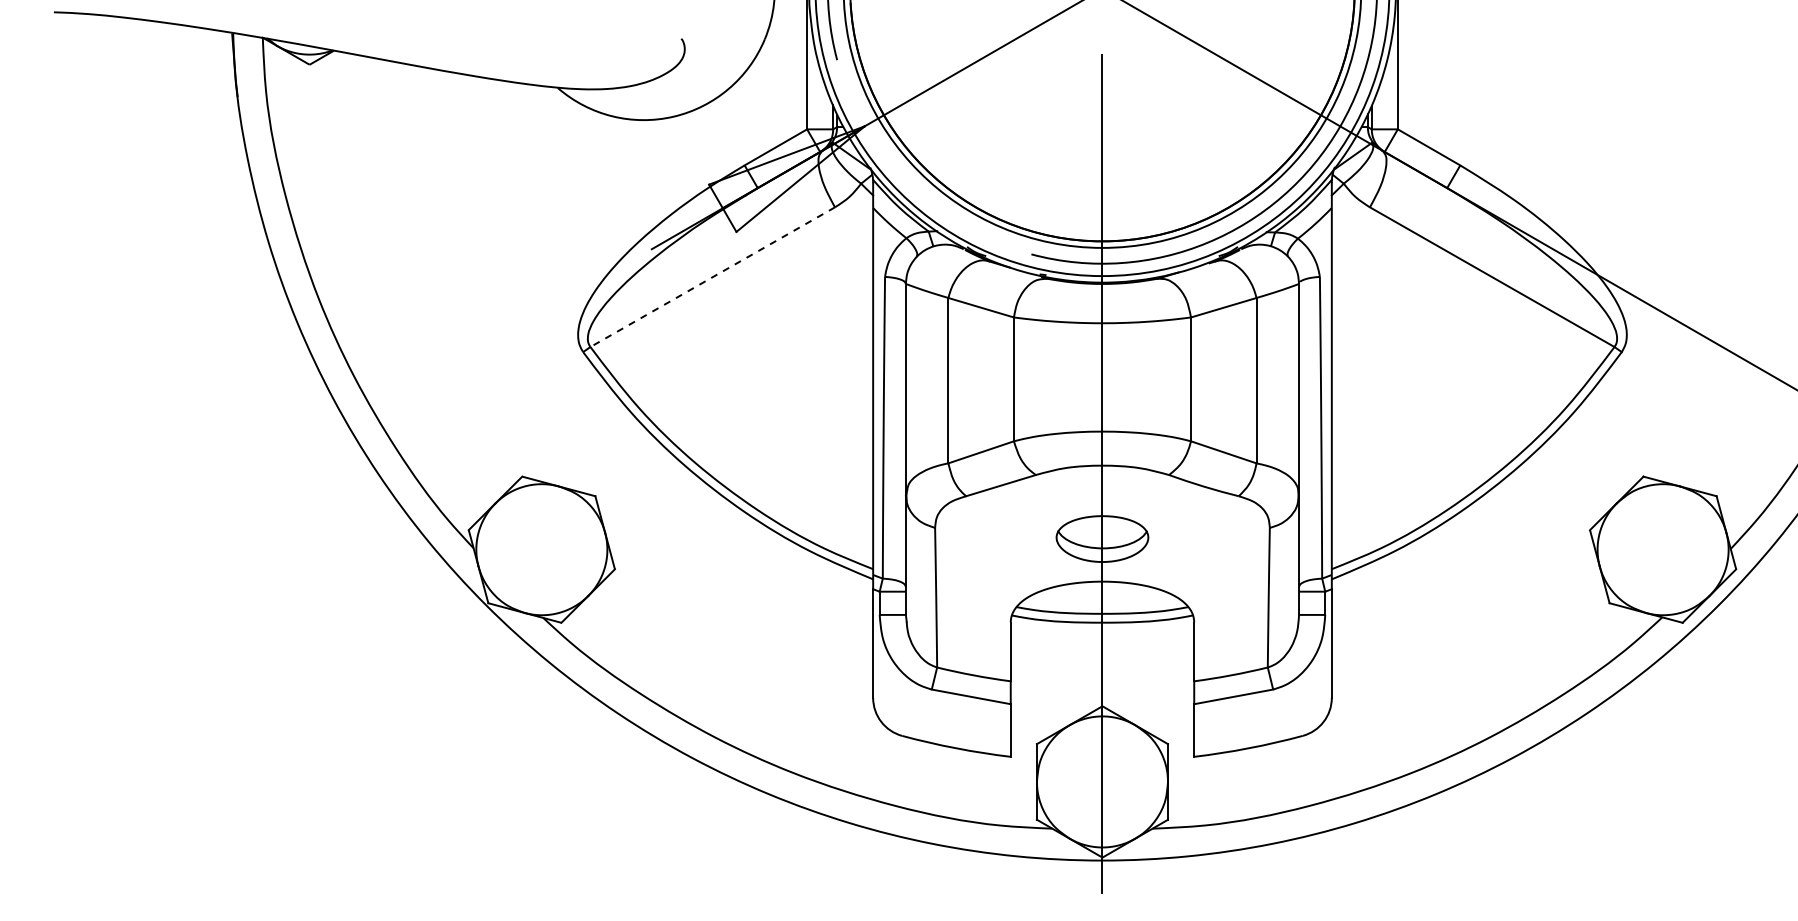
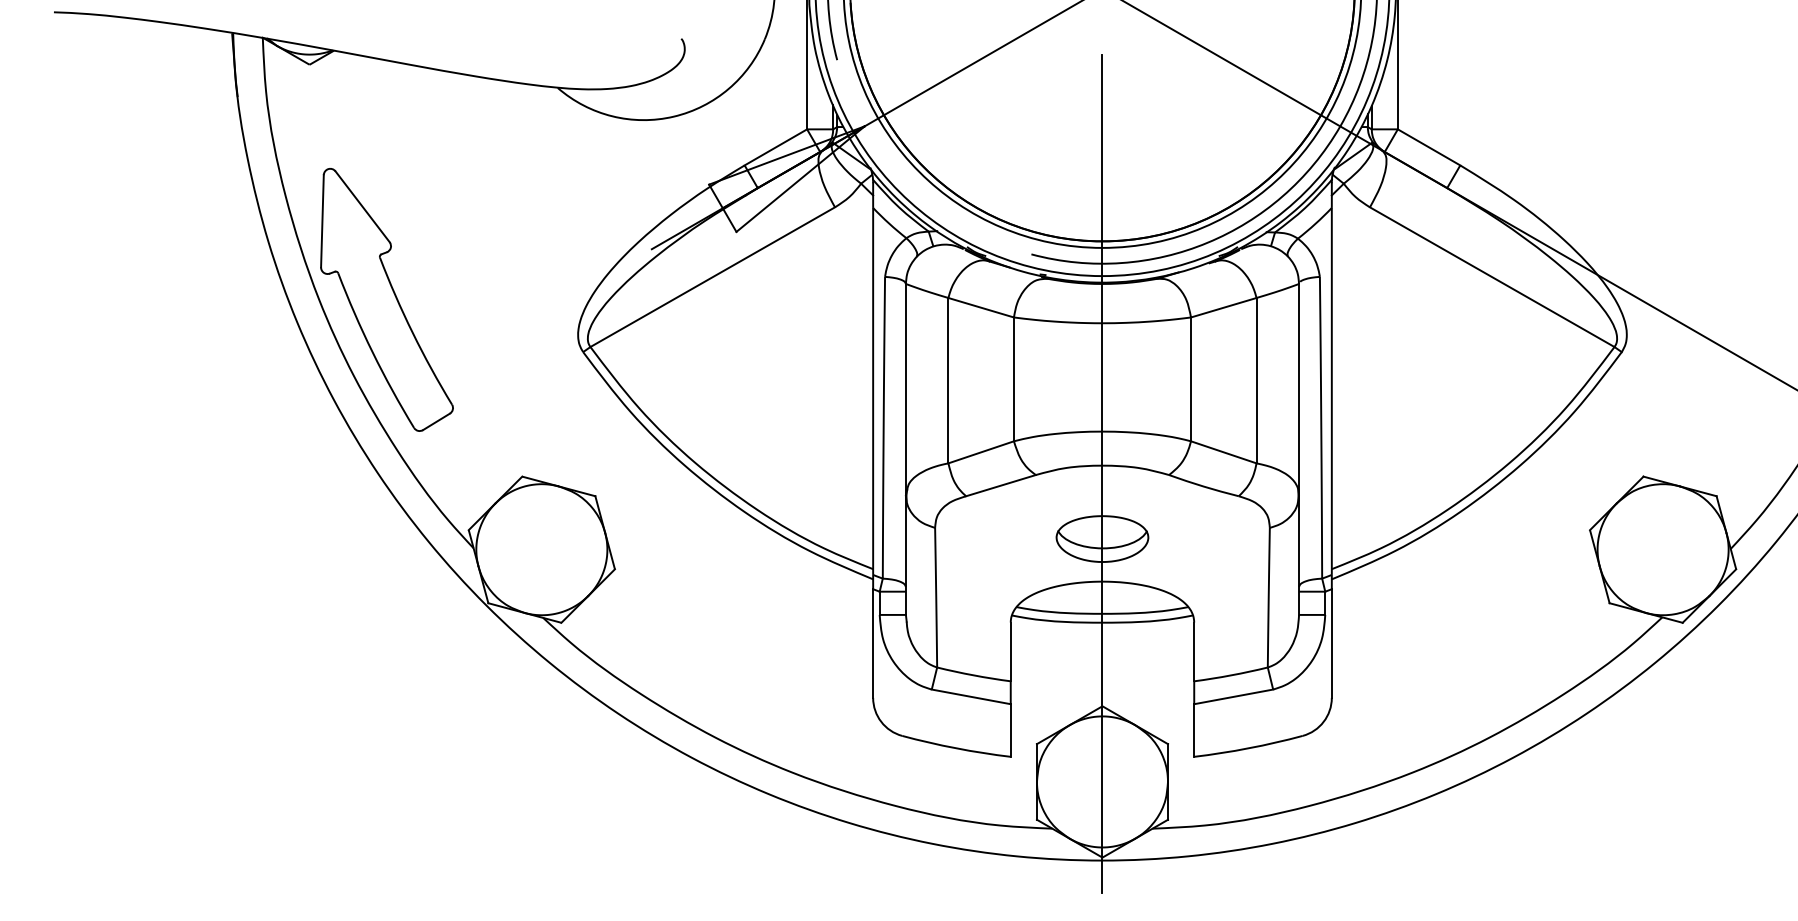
line at (712, 277): dashed -> solid
part at (386, 299): none -> present
